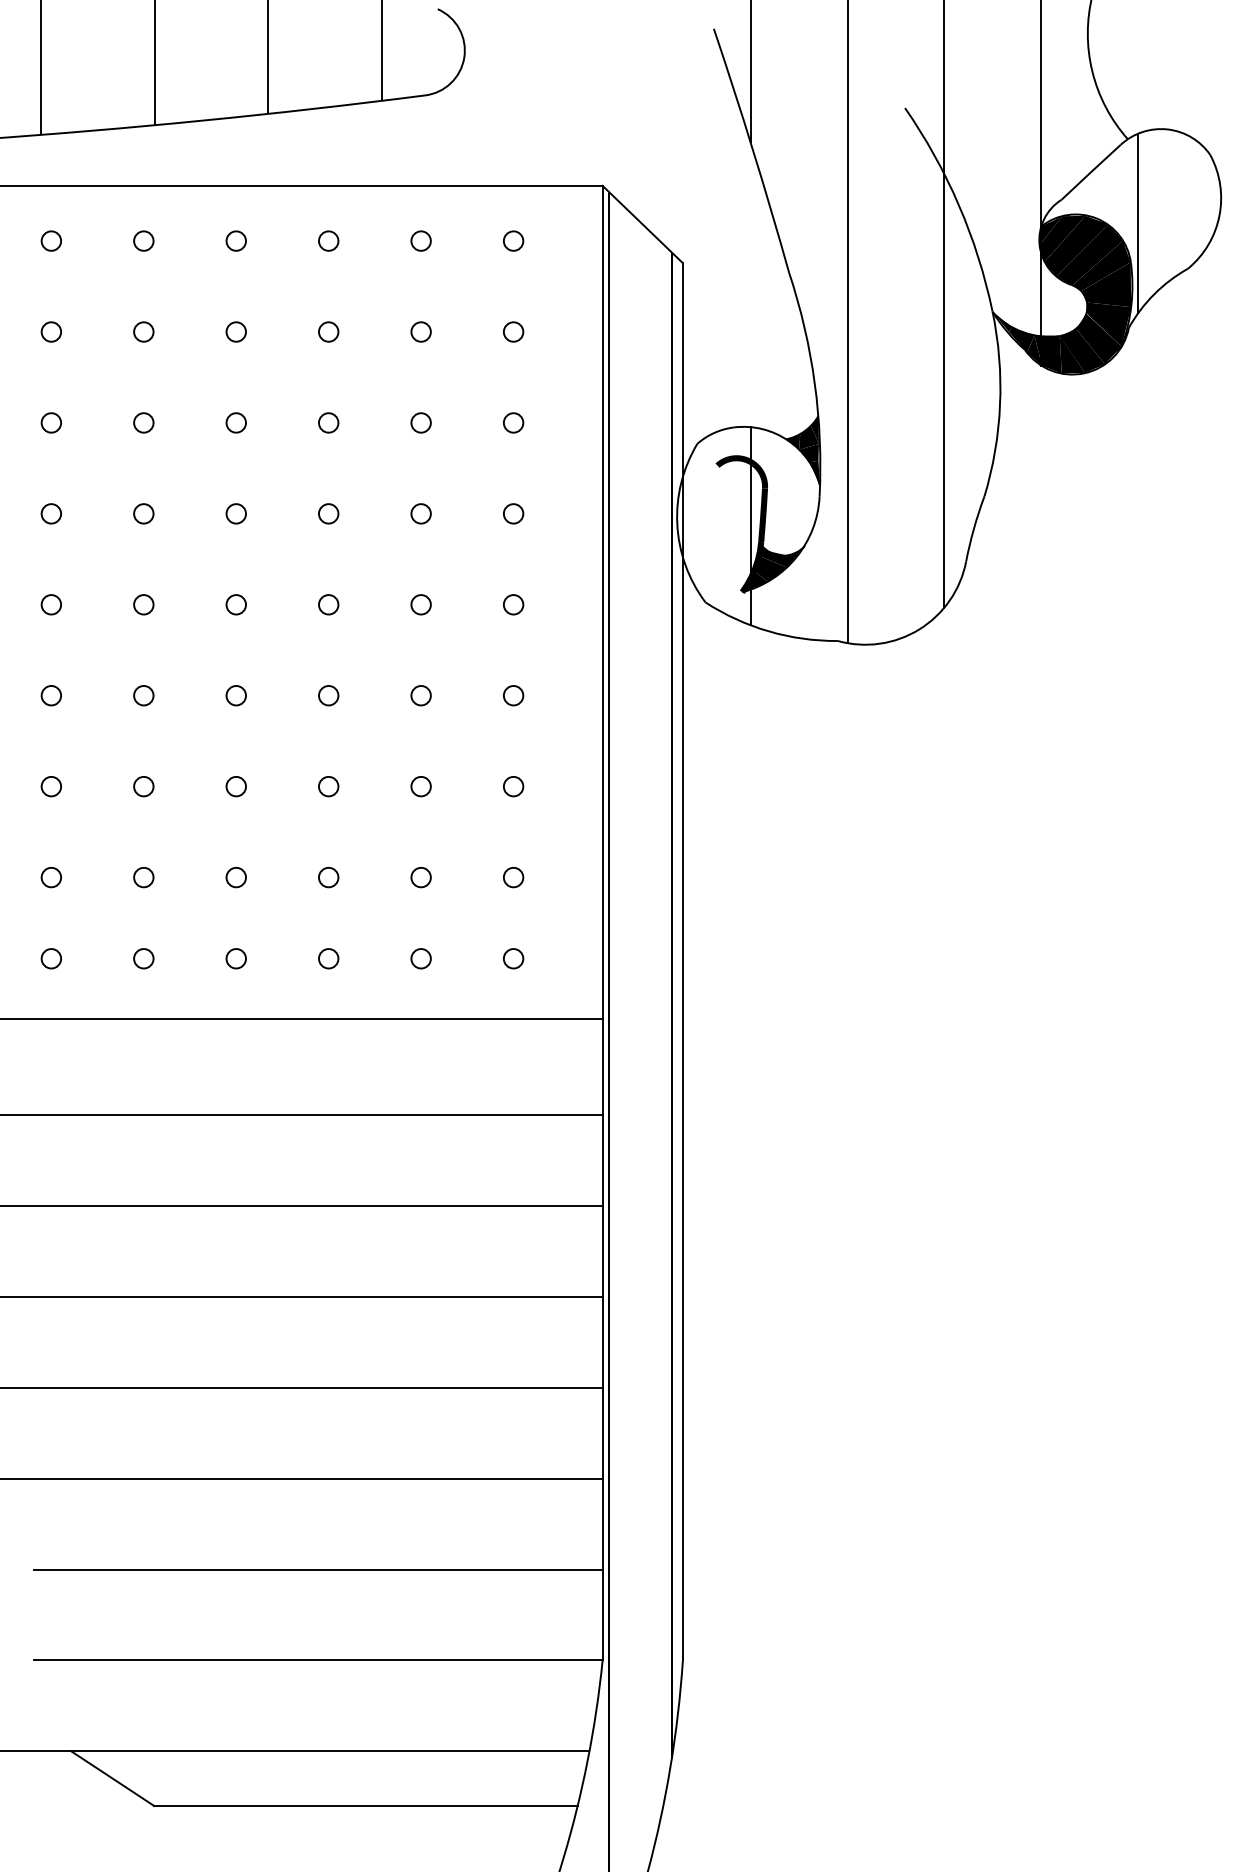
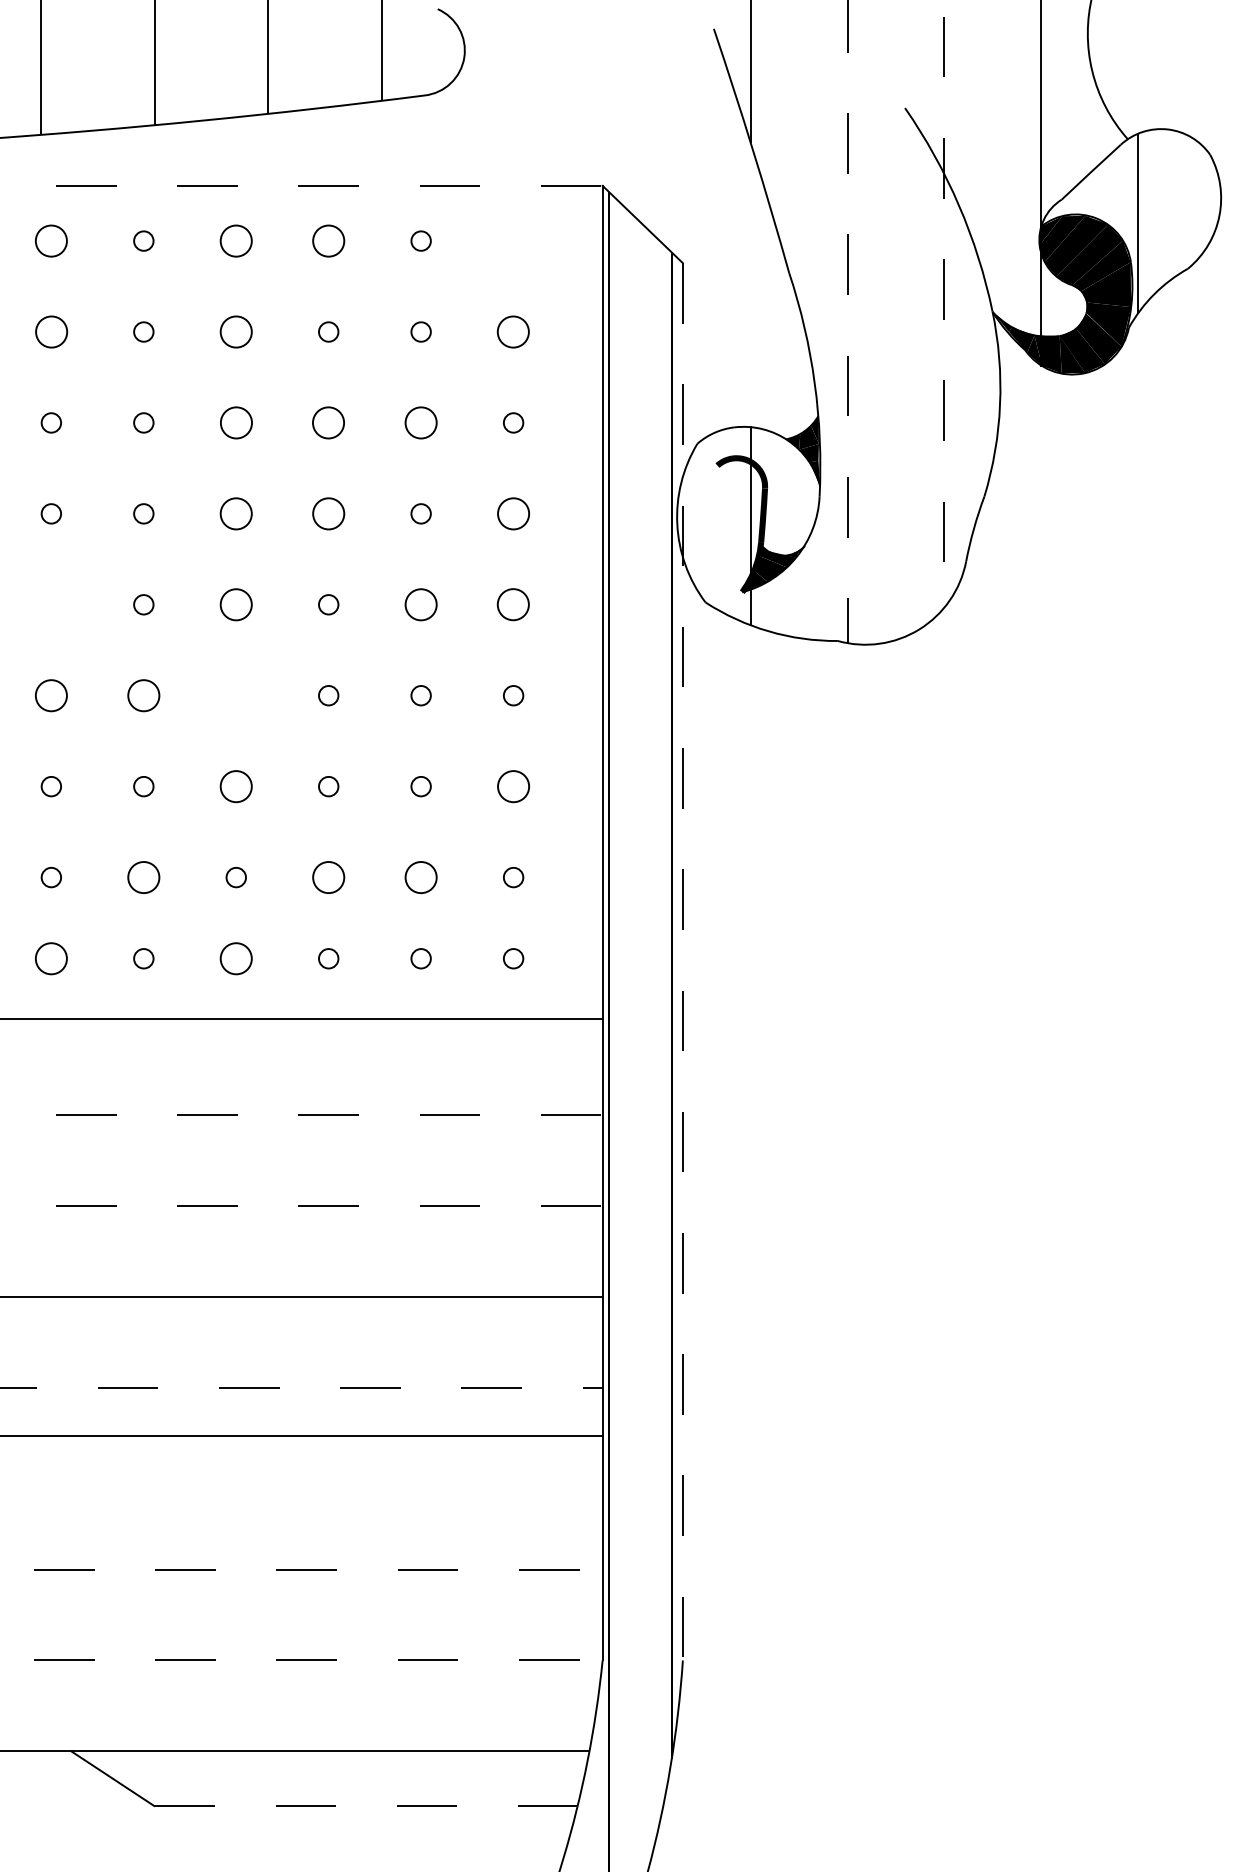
line at (301, 185): solid -> dashed
circle at (51, 240) diameter: 19 px -> 31 px
circle at (236, 240) diameter: 19 px -> 31 px
circle at (328, 240) diameter: 19 px -> 31 px
circle at (513, 240): present -> none
line at (944, 304): solid -> dashed
line at (847, 322): solid -> dashed
circle at (50, 331) size: 22x22 px -> 34x34 px
circle at (236, 331) diameter: 19 px -> 31 px
circle at (513, 331) size: 22x22 px -> 34x34 px
circle at (235, 422) size: 22x22 px -> 33x34 px
circle at (328, 422) size: 22x22 px -> 33x34 px
circle at (420, 422) diameter: 19 px -> 31 px
circle at (236, 513) diameter: 19 px -> 31 px
circle at (328, 513) diameter: 19 px -> 31 px
circle at (513, 513) diameter: 19 px -> 31 px
circle at (50, 604): present -> none
circle at (236, 604) diameter: 19 px -> 31 px
circle at (420, 604) diameter: 19 px -> 31 px
circle at (513, 604) size: 22x22 px -> 34x34 px
circle at (51, 695) diameter: 19 px -> 31 px
circle at (143, 695) diameter: 19 px -> 31 px
circle at (235, 695): present -> none
circle at (236, 786) diameter: 19 px -> 31 px
circle at (513, 786) diameter: 19 px -> 31 px
circle at (143, 877) diameter: 19 px -> 31 px
circle at (328, 877) diameter: 19 px -> 31 px
circle at (420, 877) diameter: 19 px -> 31 px
circle at (51, 958) diameter: 19 px -> 31 px
circle at (236, 958) diameter: 19 px -> 31 px
line at (682, 961): solid -> dashed
line at (301, 1114): solid -> dashed
line at (301, 1205): solid -> dashed
line at (301, 1387): solid -> dashed
line at (302, 1478) position: (302, 1478) -> (302, 1435)
line at (318, 1569): solid -> dashed
line at (318, 1660): solid -> dashed
line at (365, 1806): solid -> dashed
